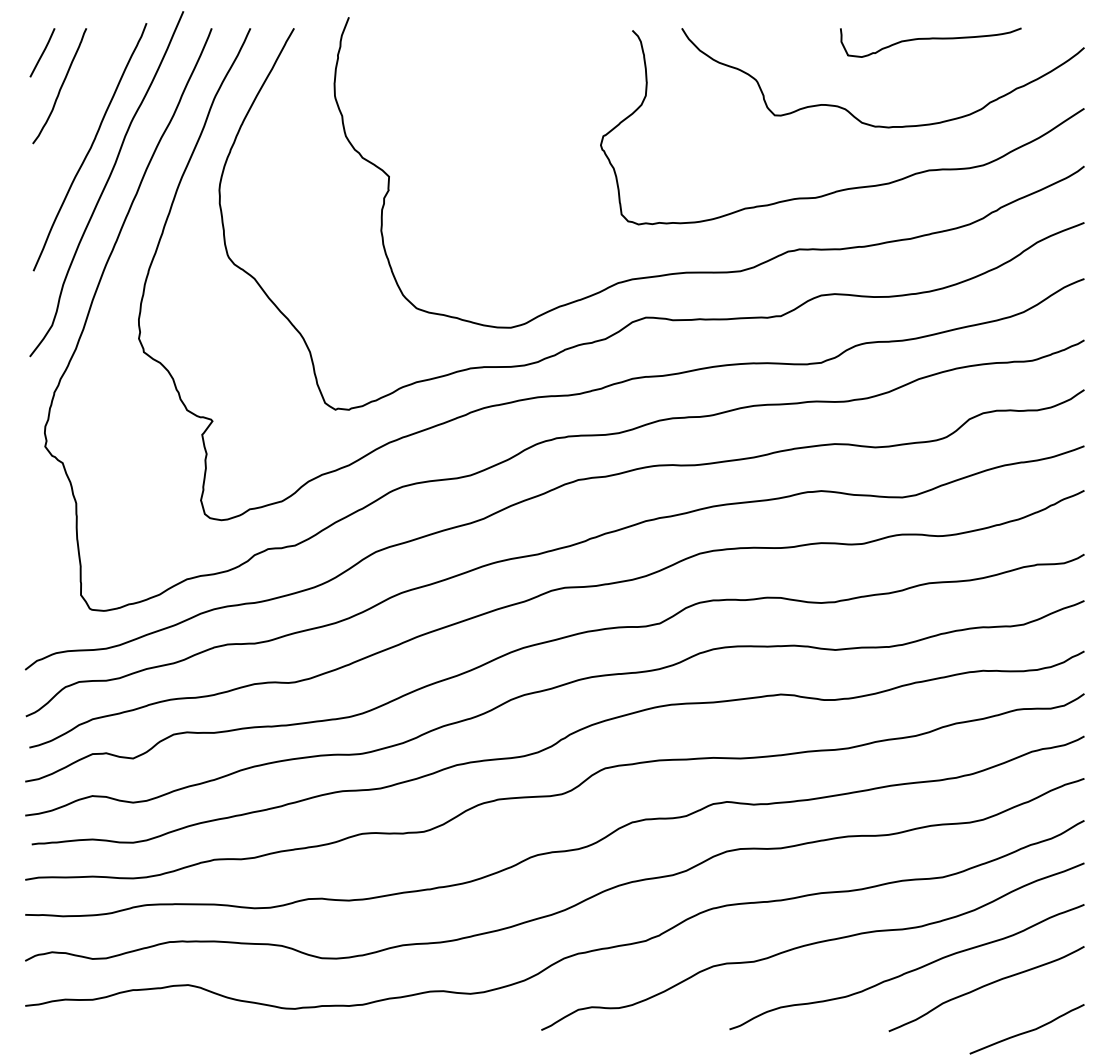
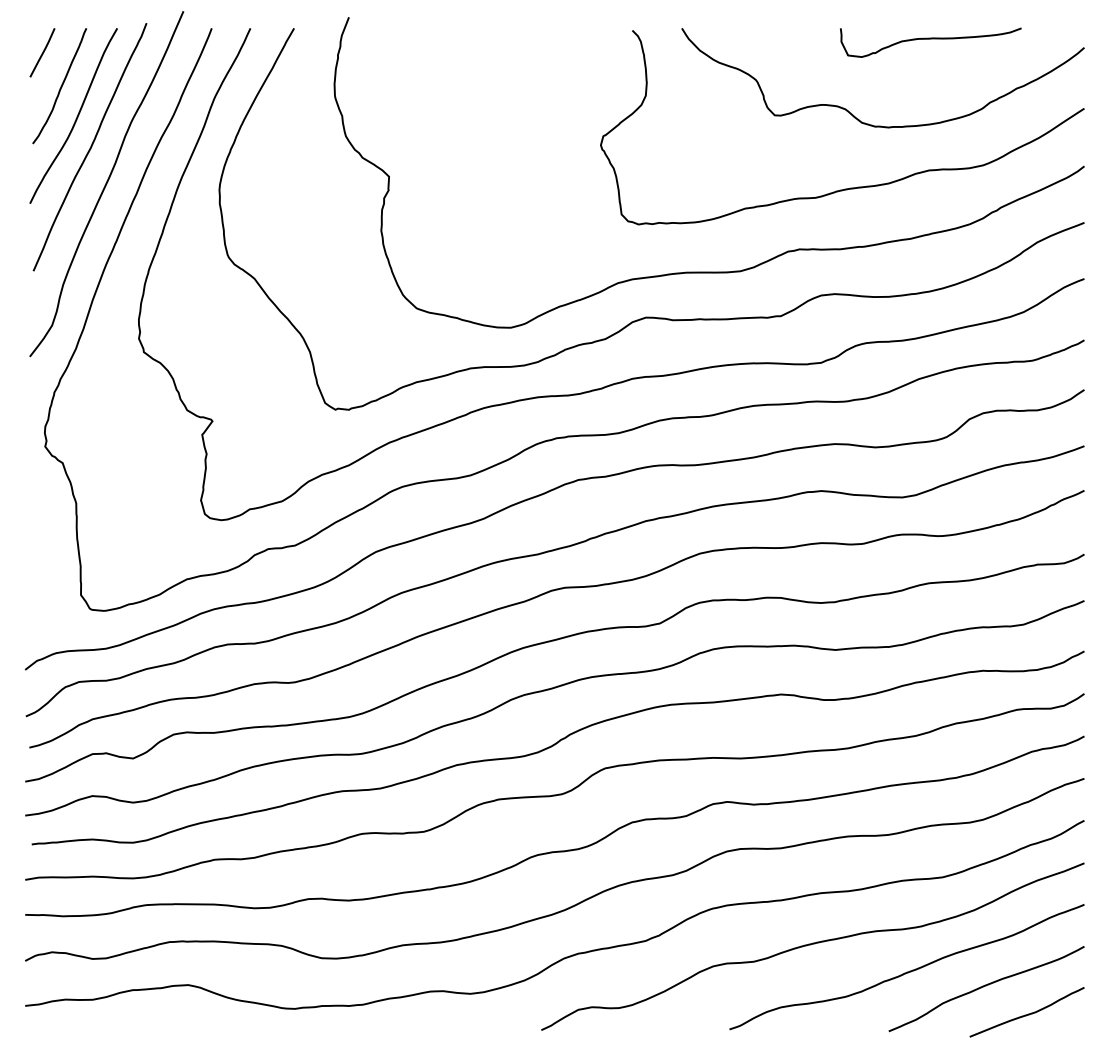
curve at (76, 116): none -> present
curve at (1026, 1031) position: (1026, 1031) -> (1026, 1014)
